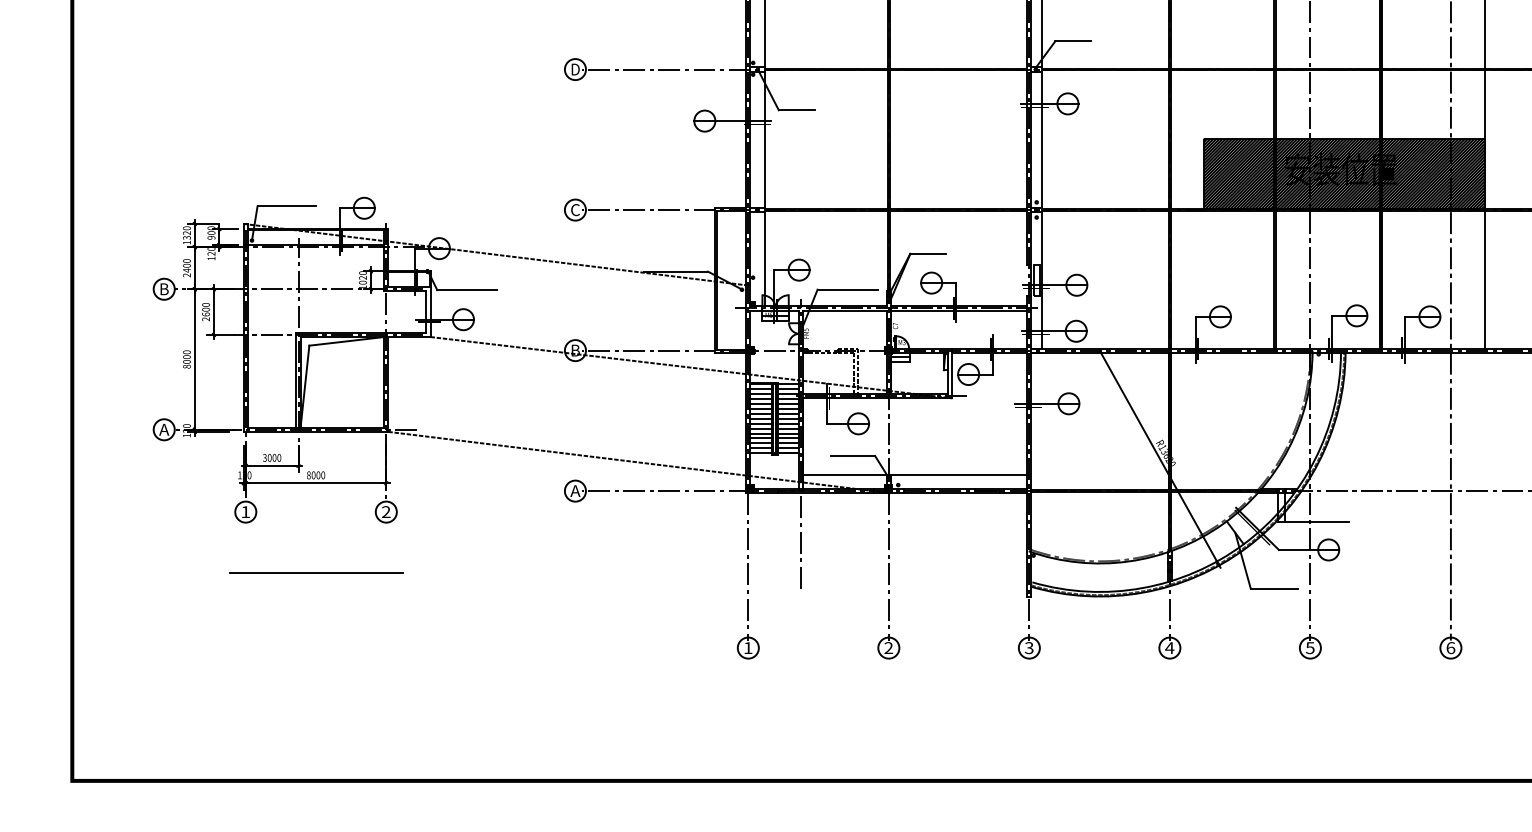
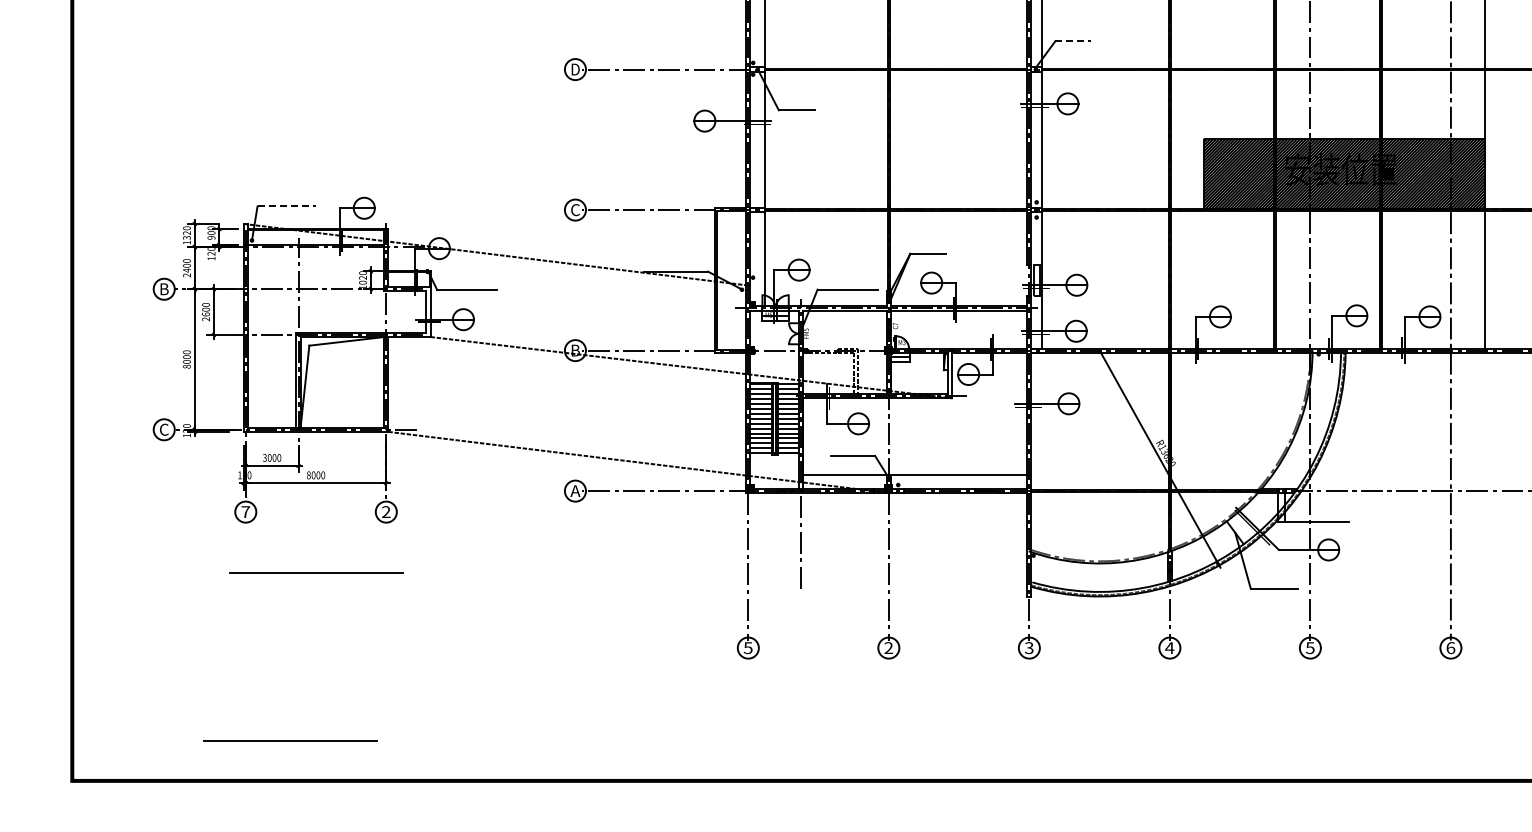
line at (1073, 41): solid -> dashed
line at (287, 206): solid -> dashed
text at (164, 429): A -> C
text at (245, 511): 1 -> 7
text at (747, 648): 1 -> 5
line at (290, 740): none -> present
